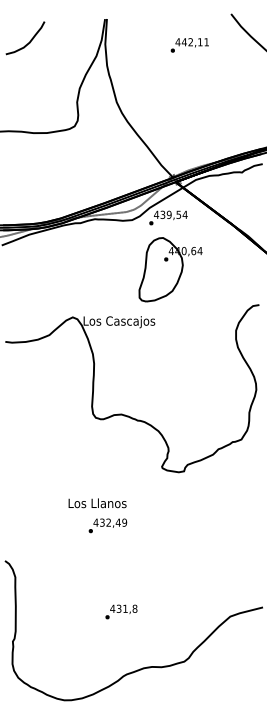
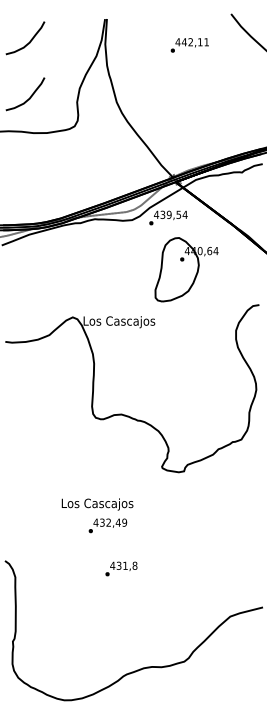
part at (25, 94): none -> present
part at (170, 269) position: (170, 269) -> (186, 269)
text at (97, 504): Los Llanos -> Los Cascajos
text at (121, 611) position: (121, 611) -> (121, 568)
